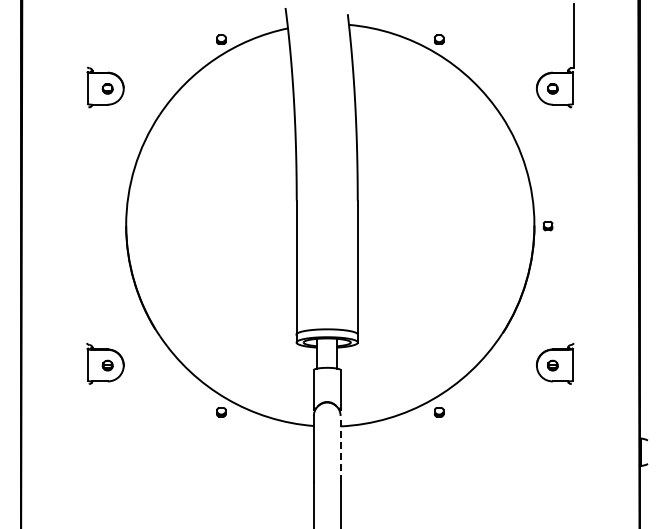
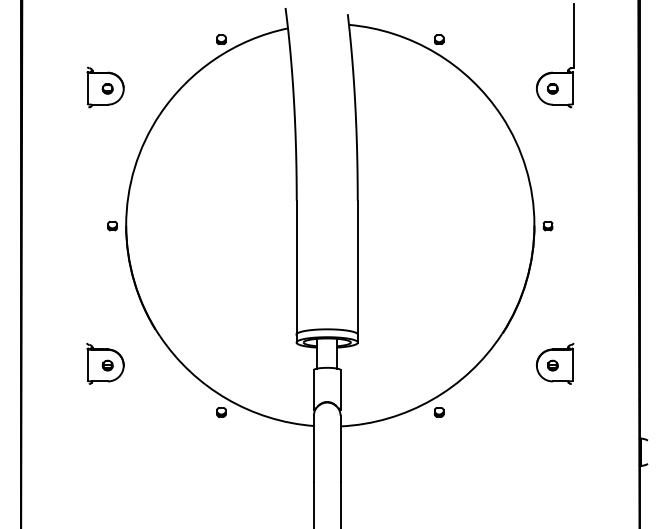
part at (112, 226): none -> present
line at (340, 448): dashed -> solid
